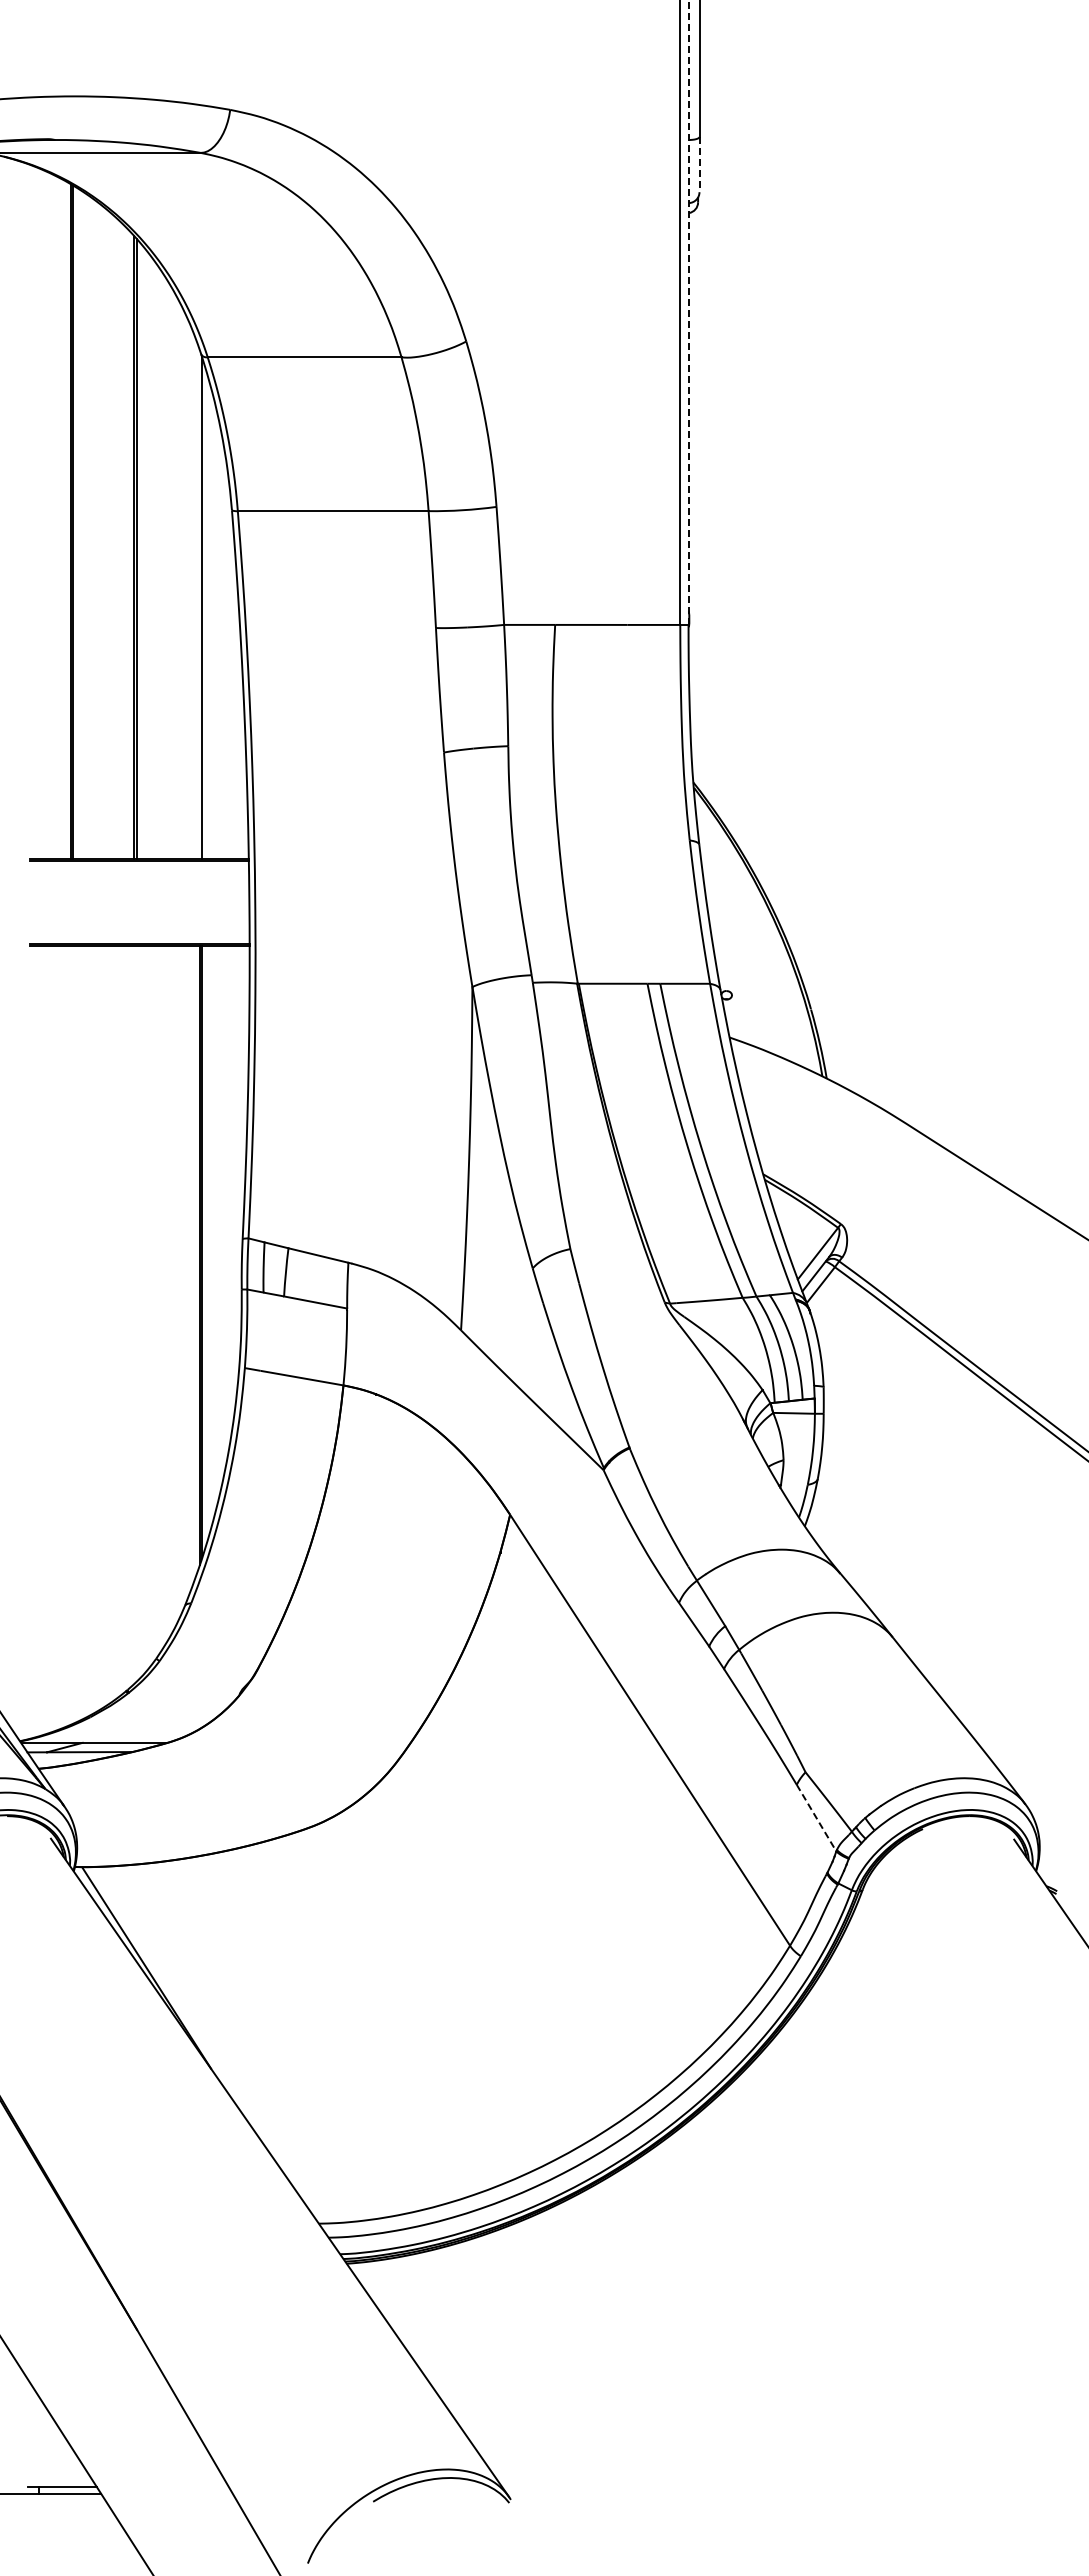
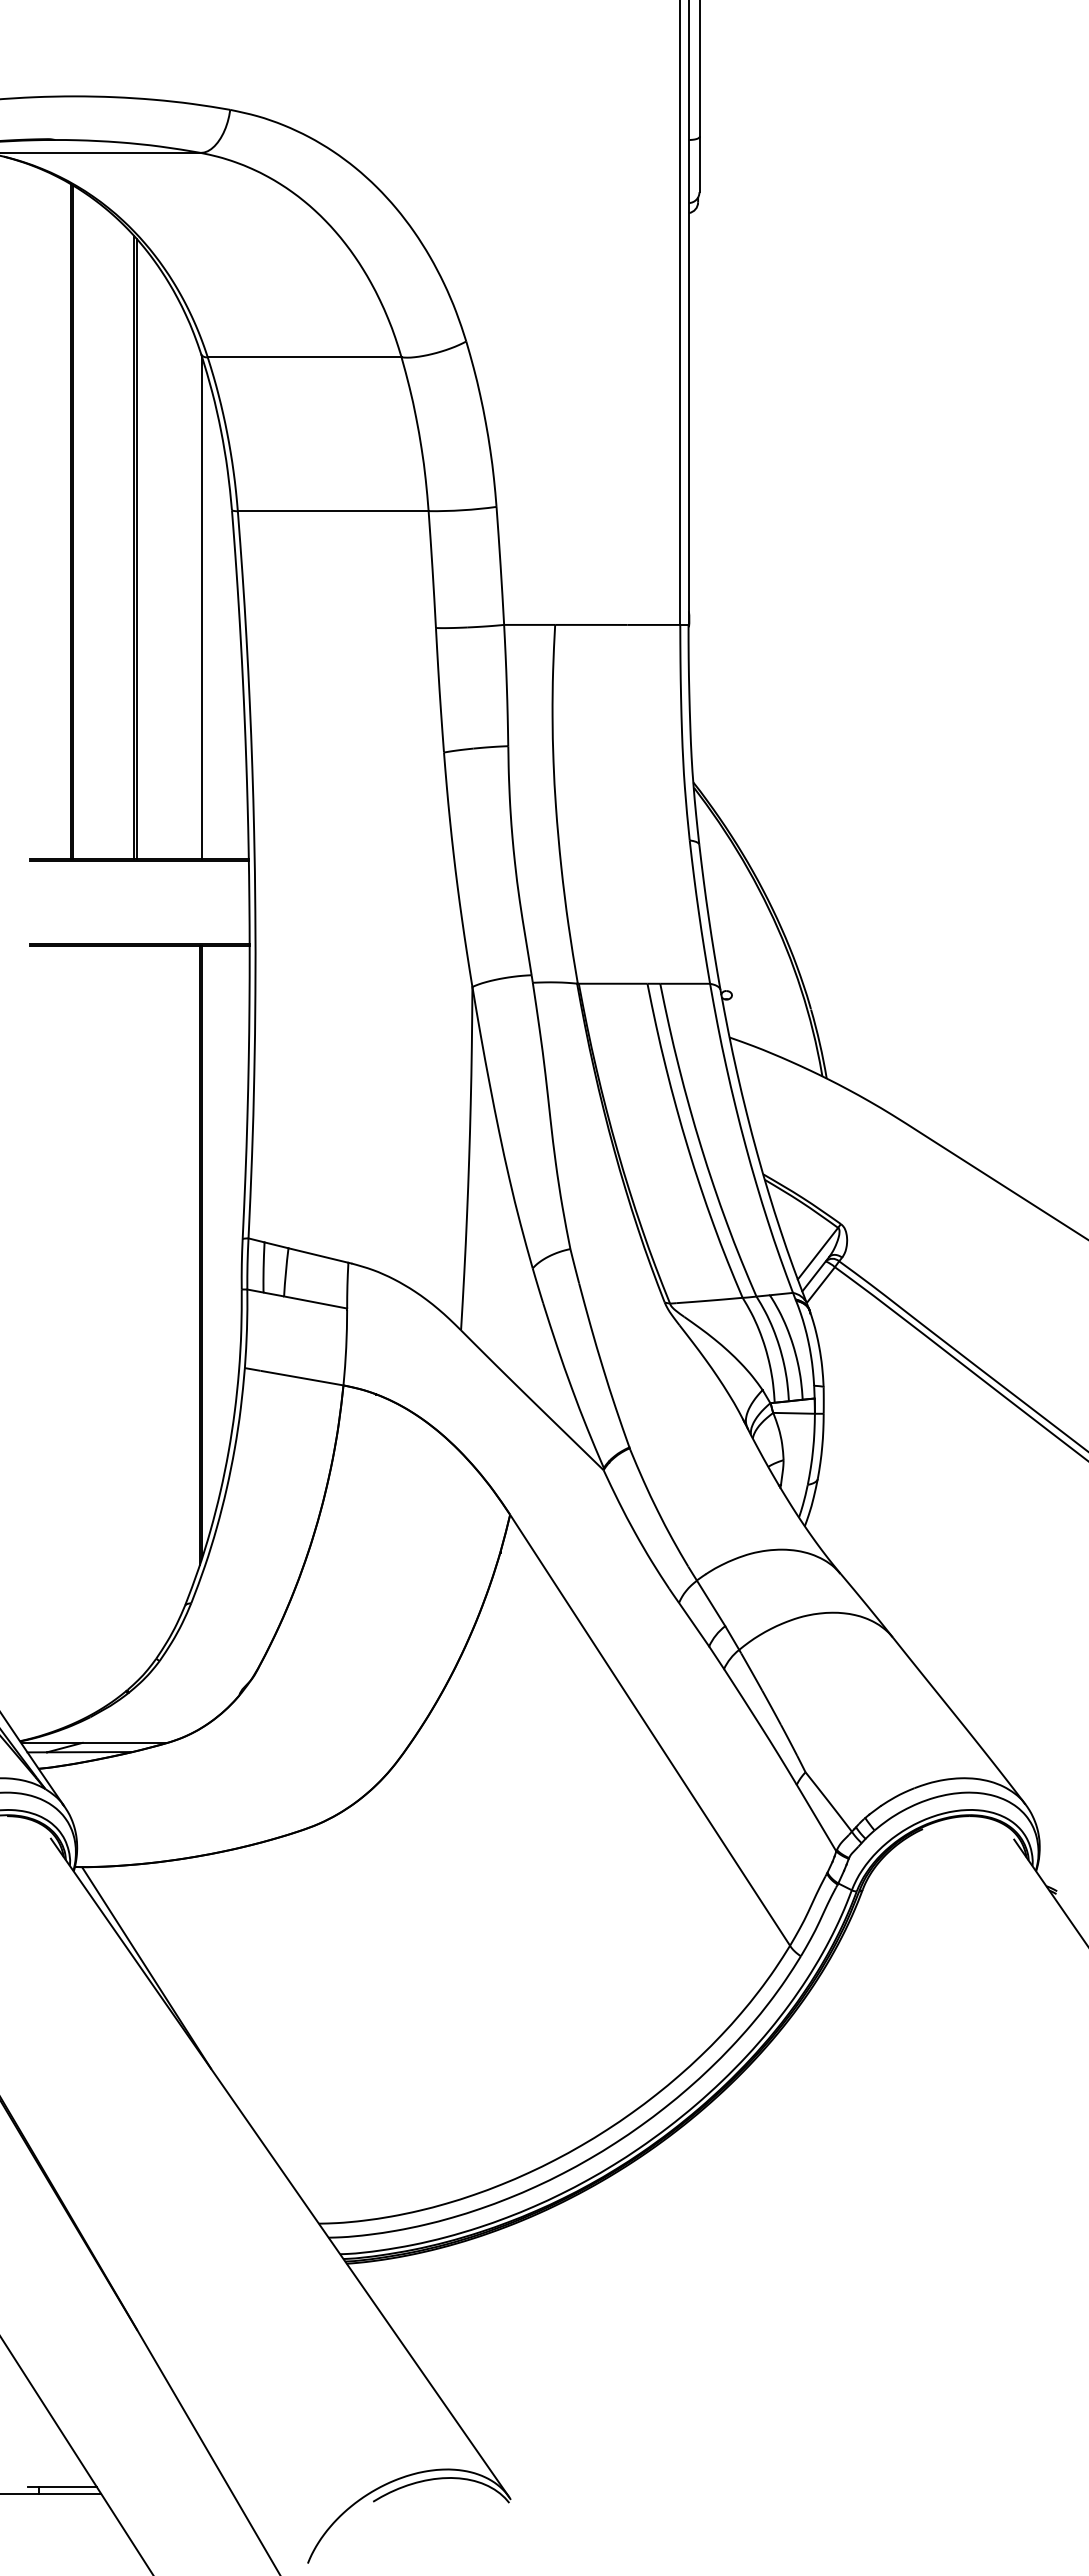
line at (699, 164): dashed -> solid
line at (688, 312): dashed -> solid
line at (816, 1818): dashed -> solid
